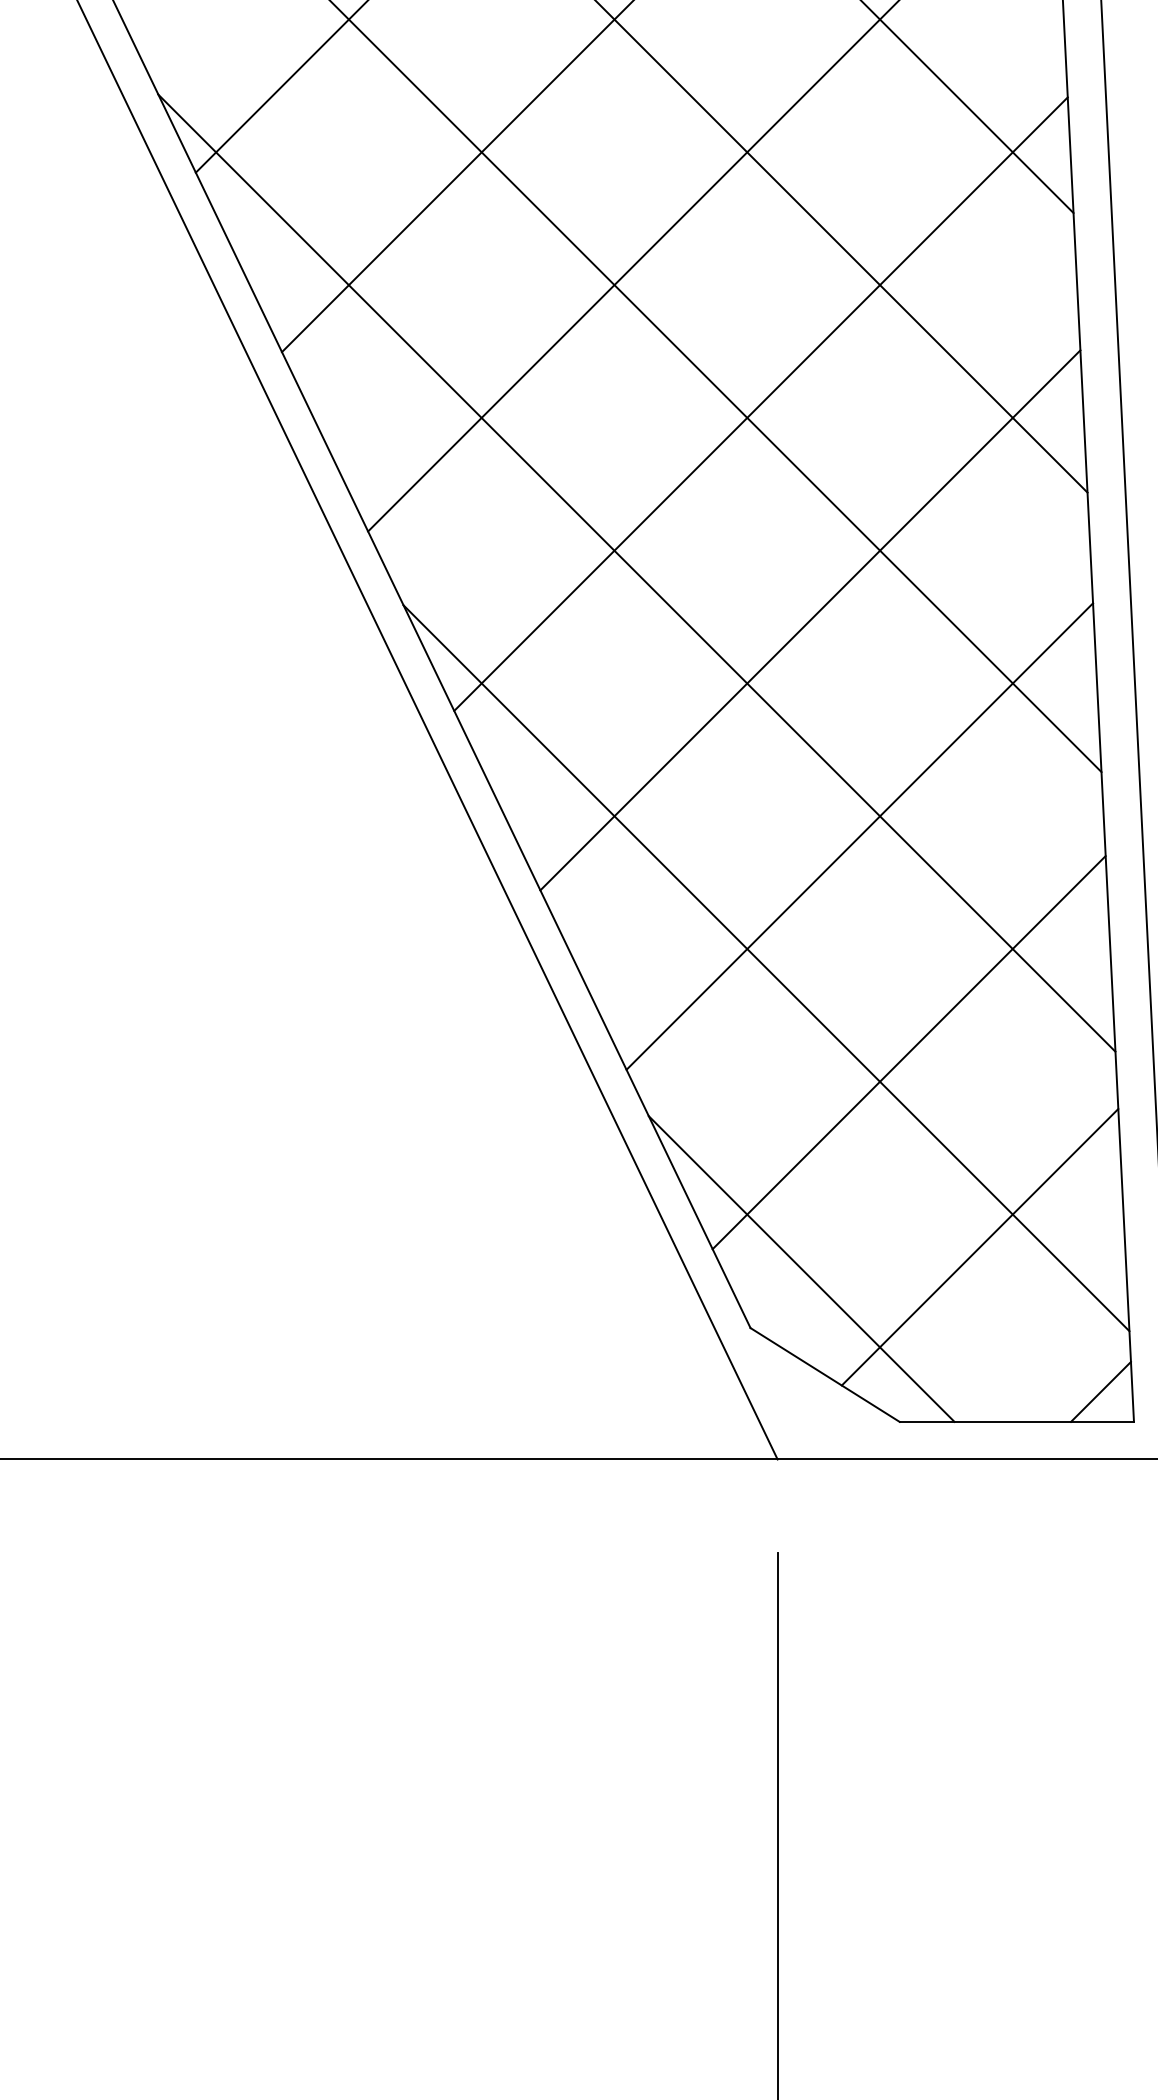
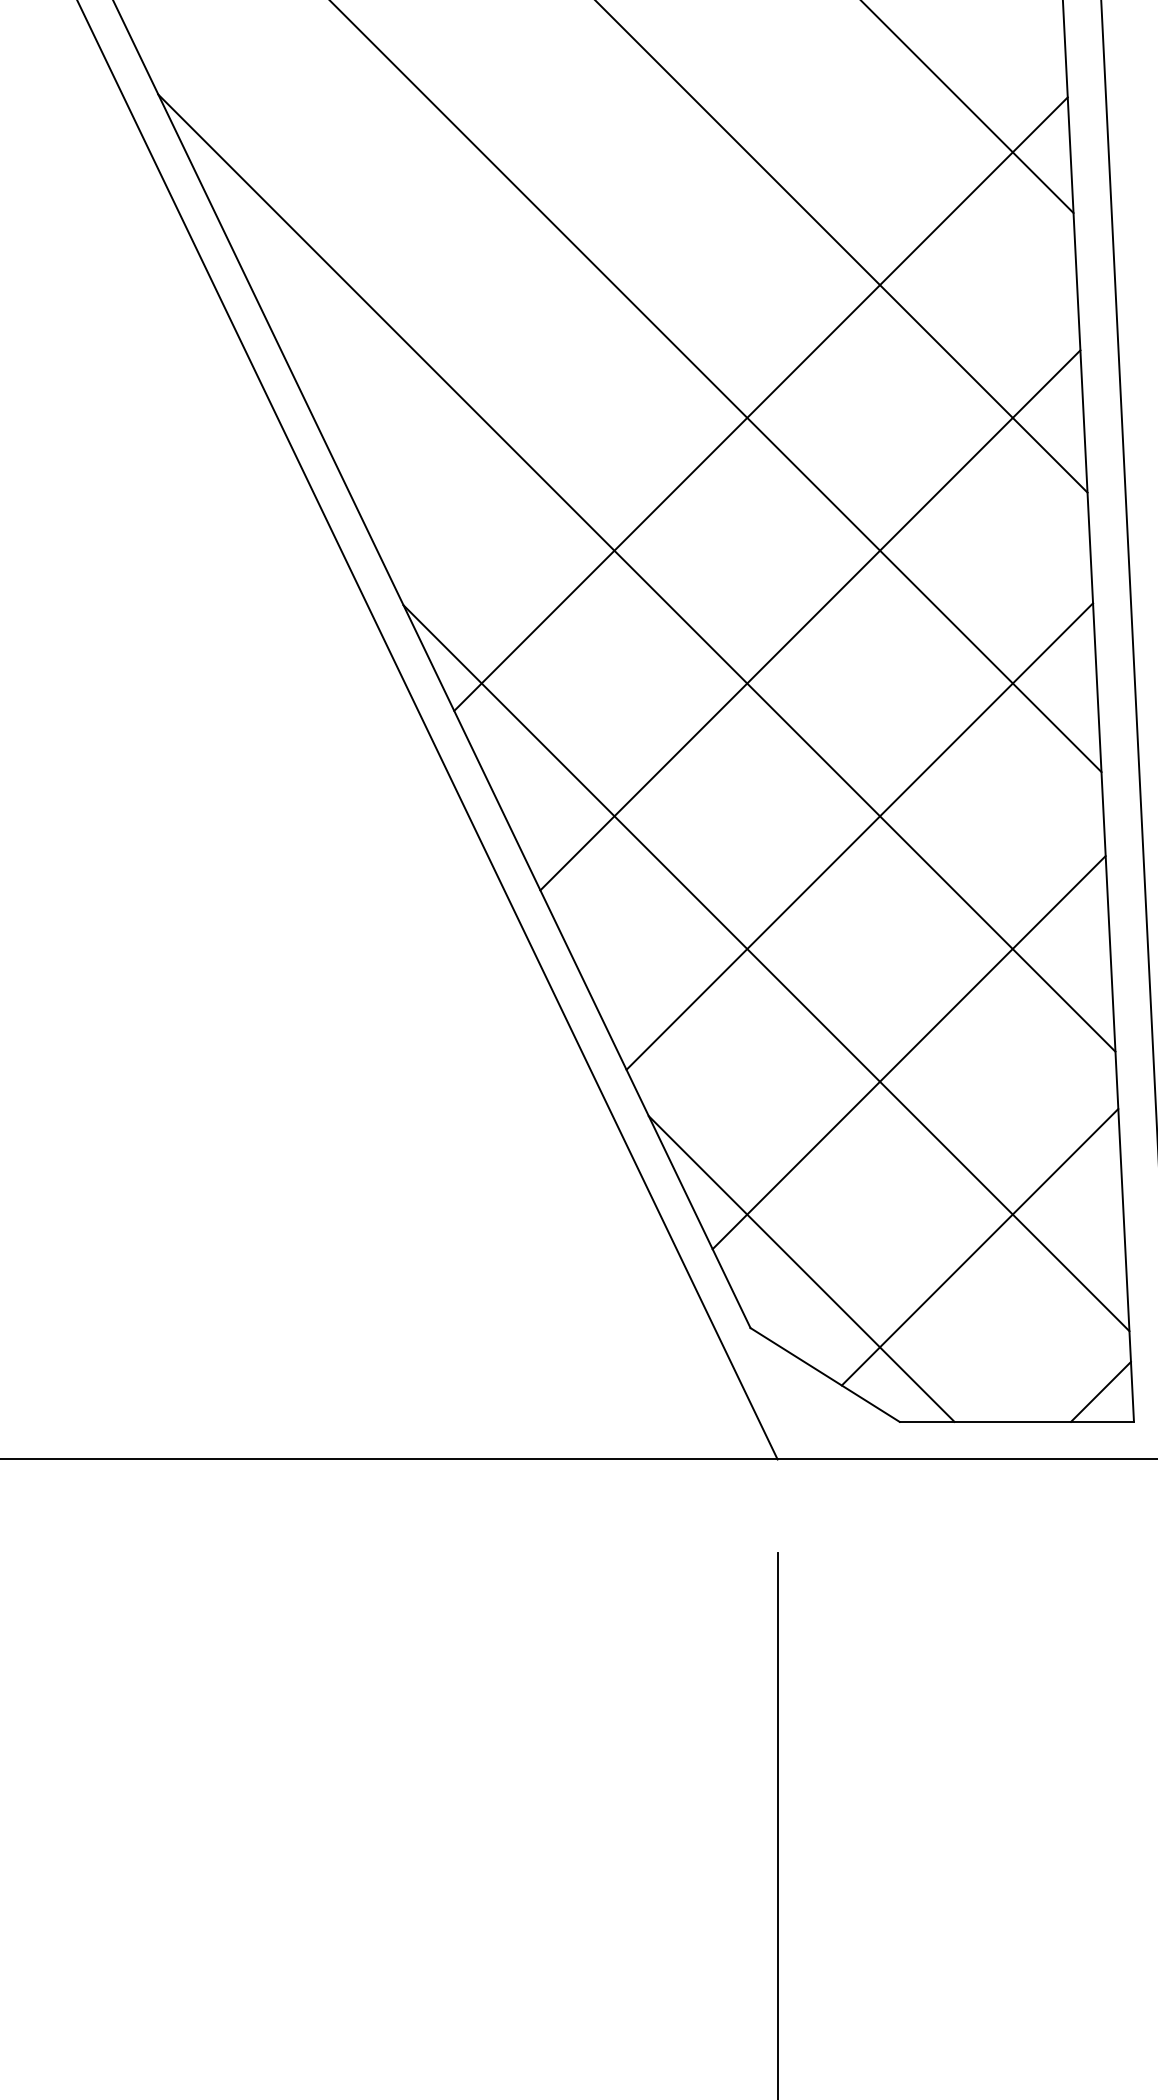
line at (280, 87): present -> none
line at (456, 177): present -> none
line at (632, 266): present -> none
